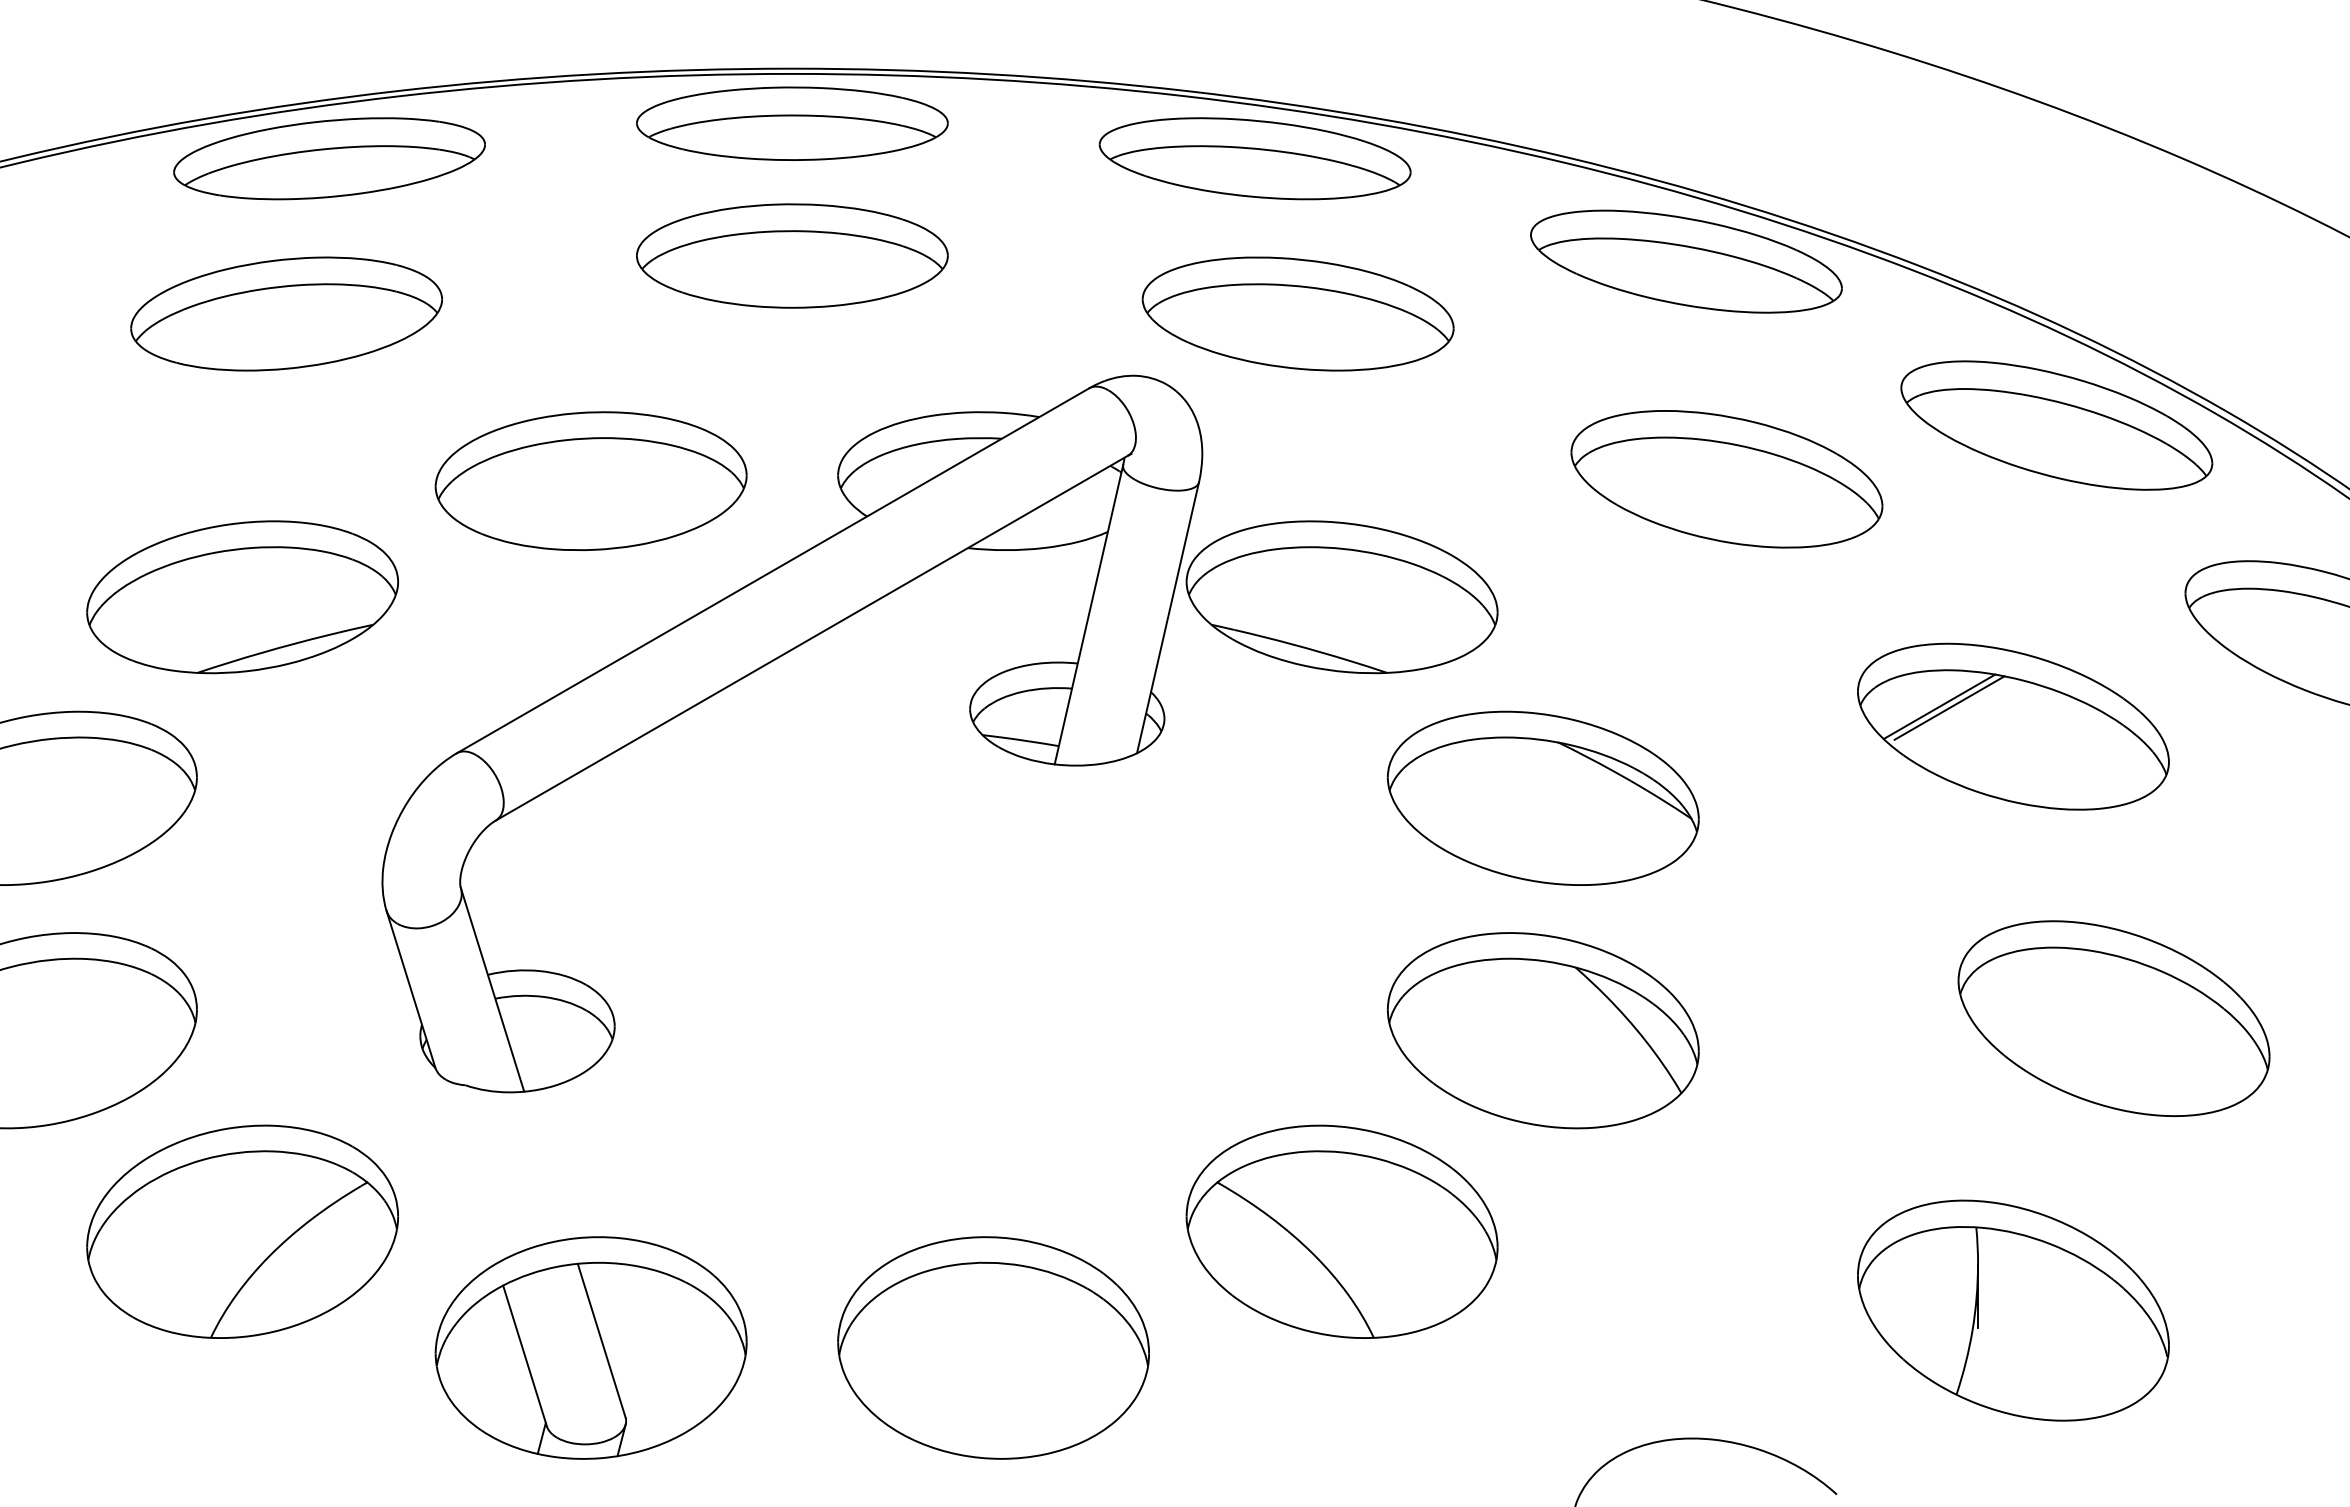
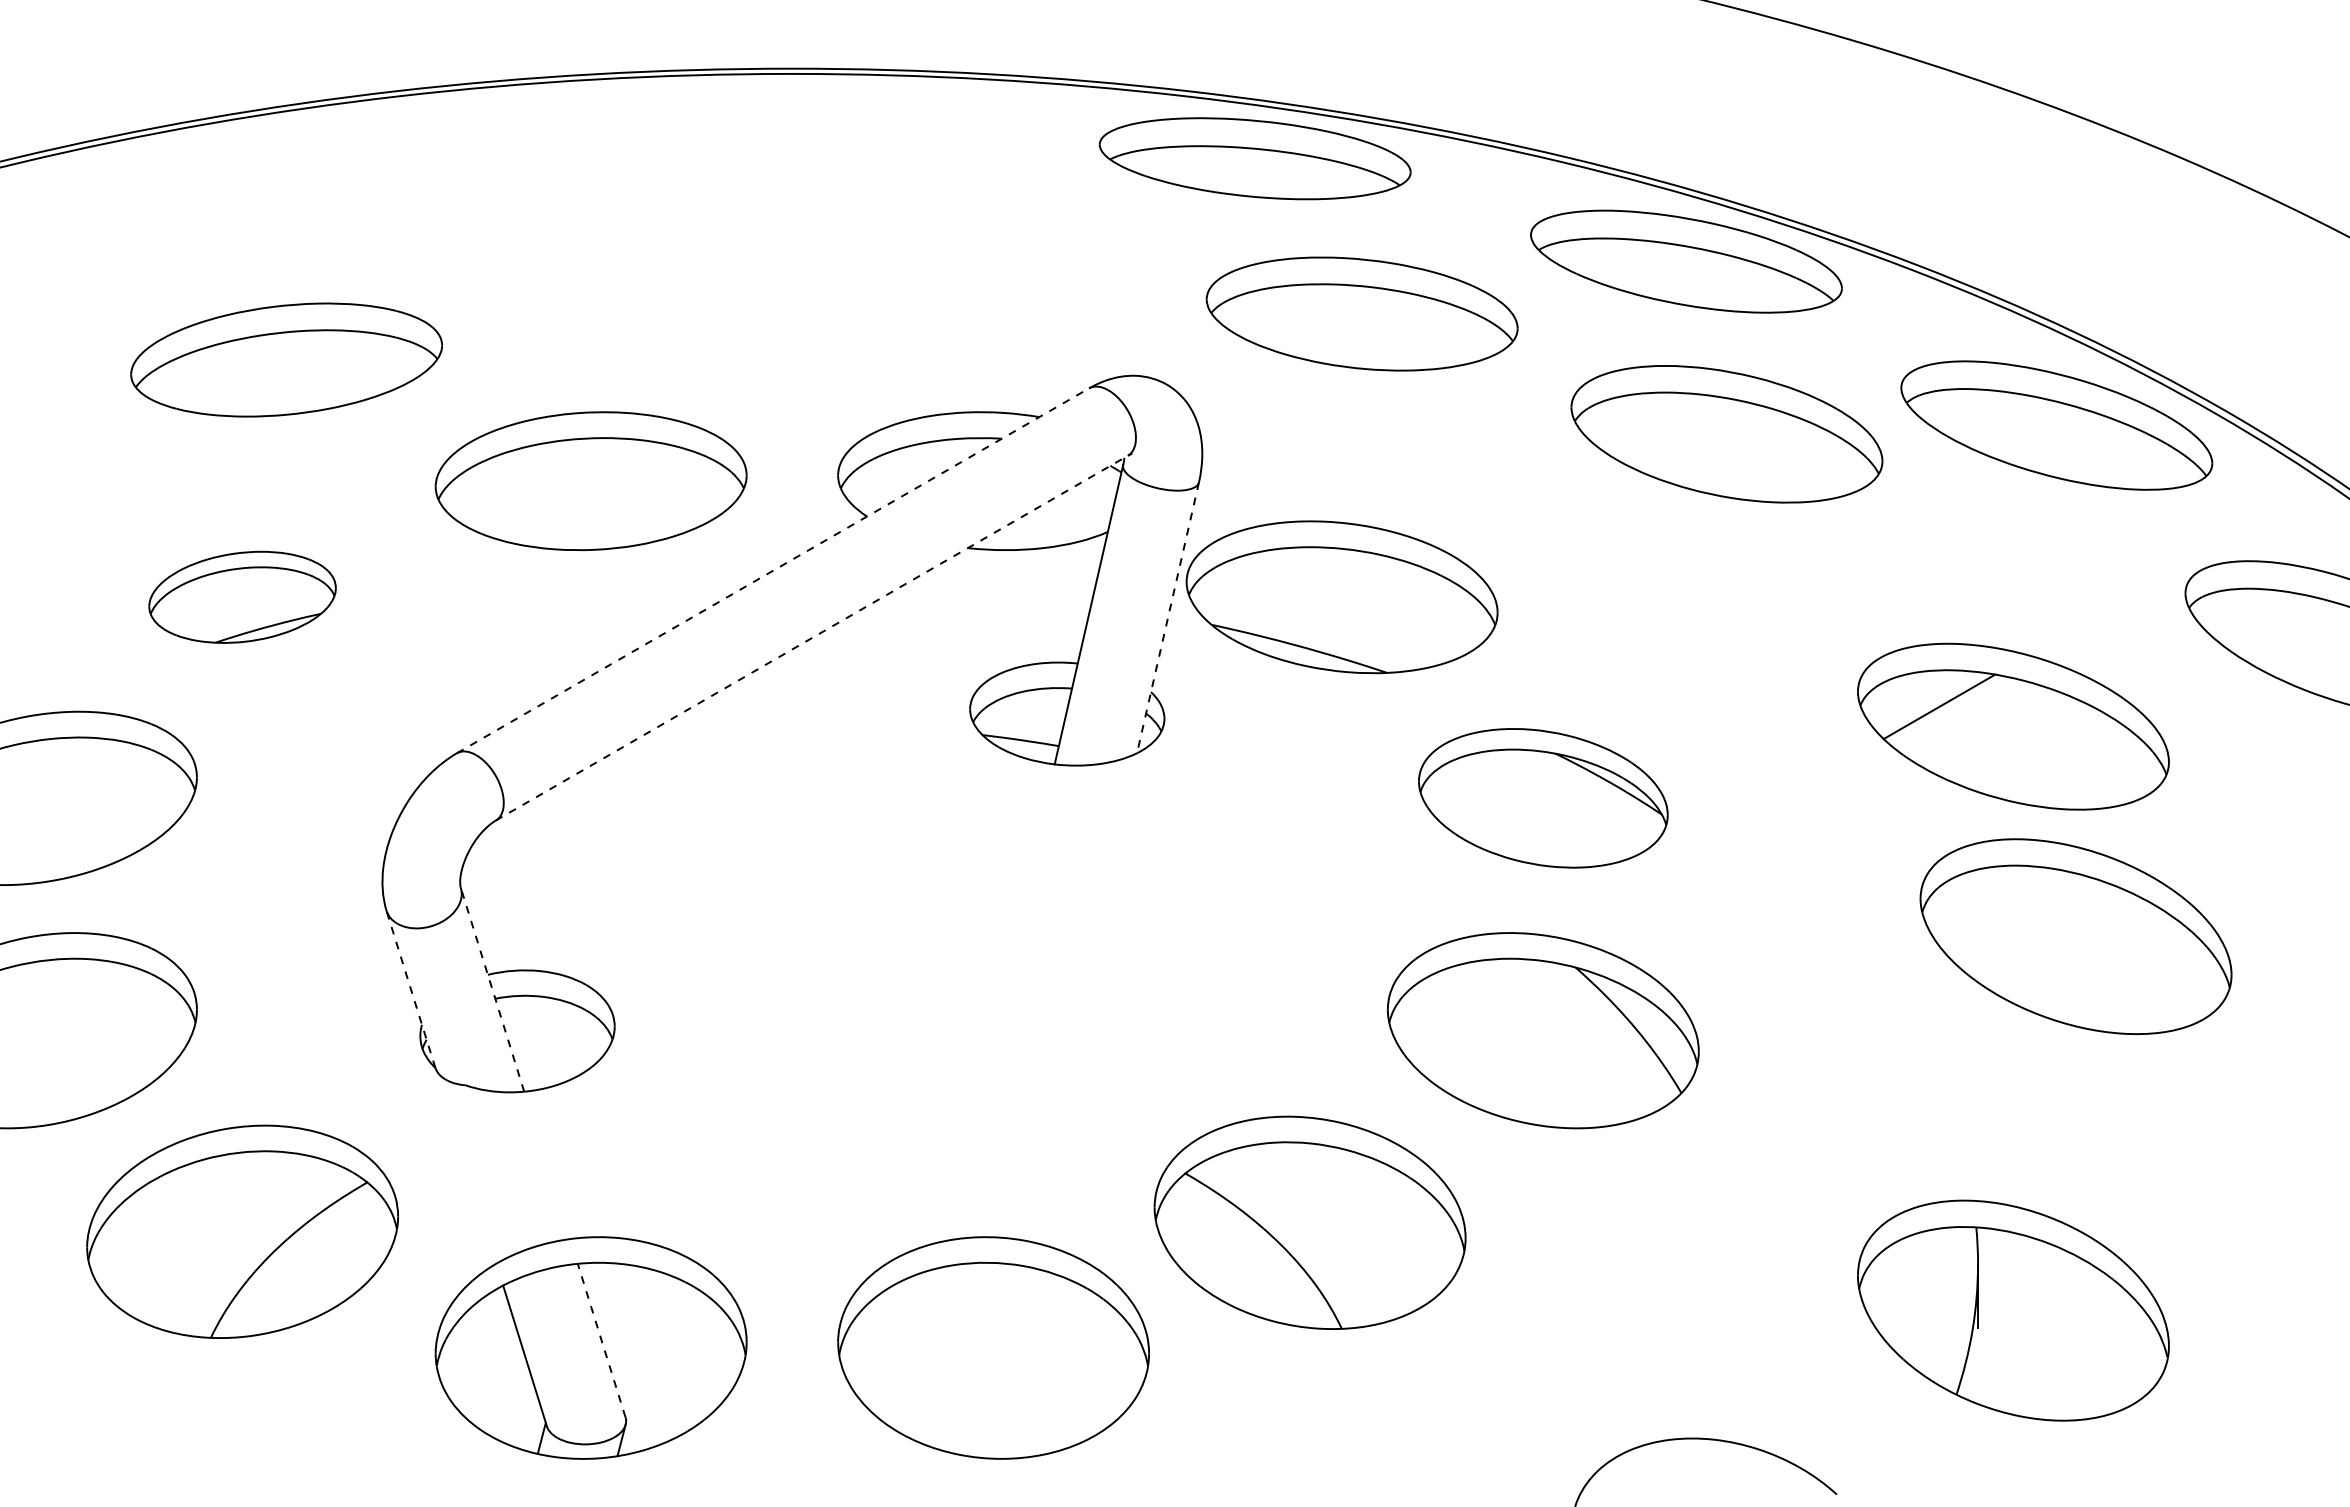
part at (792, 123): present -> none
part at (329, 158): present -> none
part at (792, 255): present -> none
part at (286, 313) position: (286, 313) -> (286, 359)
part at (1297, 313) position: (1297, 313) -> (1361, 313)
part at (1726, 479) position: (1726, 479) -> (1726, 434)
line at (772, 570): solid -> dashed
part at (242, 597) size: 313x155 px -> 189x94 px
line at (1168, 617): solid -> dashed
line at (811, 638): solid -> dashed
line at (1949, 707): present -> none
part at (1543, 797) size: 313x176 px -> 251x141 px
line at (410, 988): solid -> dashed
line at (492, 989): solid -> dashed
part at (2113, 1018) position: (2113, 1018) -> (2075, 936)
part at (1341, 1231) position: (1341, 1231) -> (1309, 1222)
line at (601, 1340): solid -> dashed
